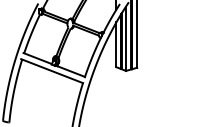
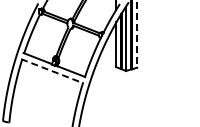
line at (137, 34): solid -> dashed
line at (52, 71): solid -> dashed
